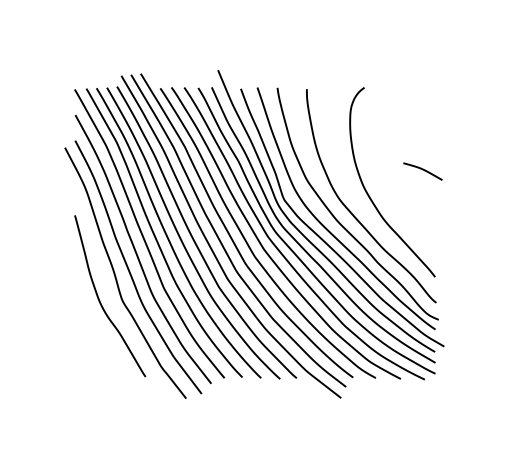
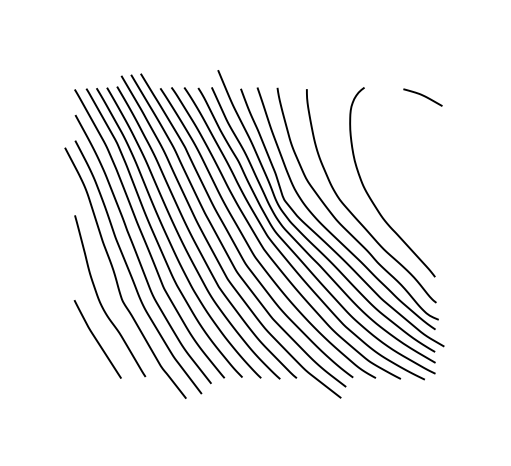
curve at (422, 170) position: (422, 170) -> (422, 96)
curve at (97, 339): none -> present
